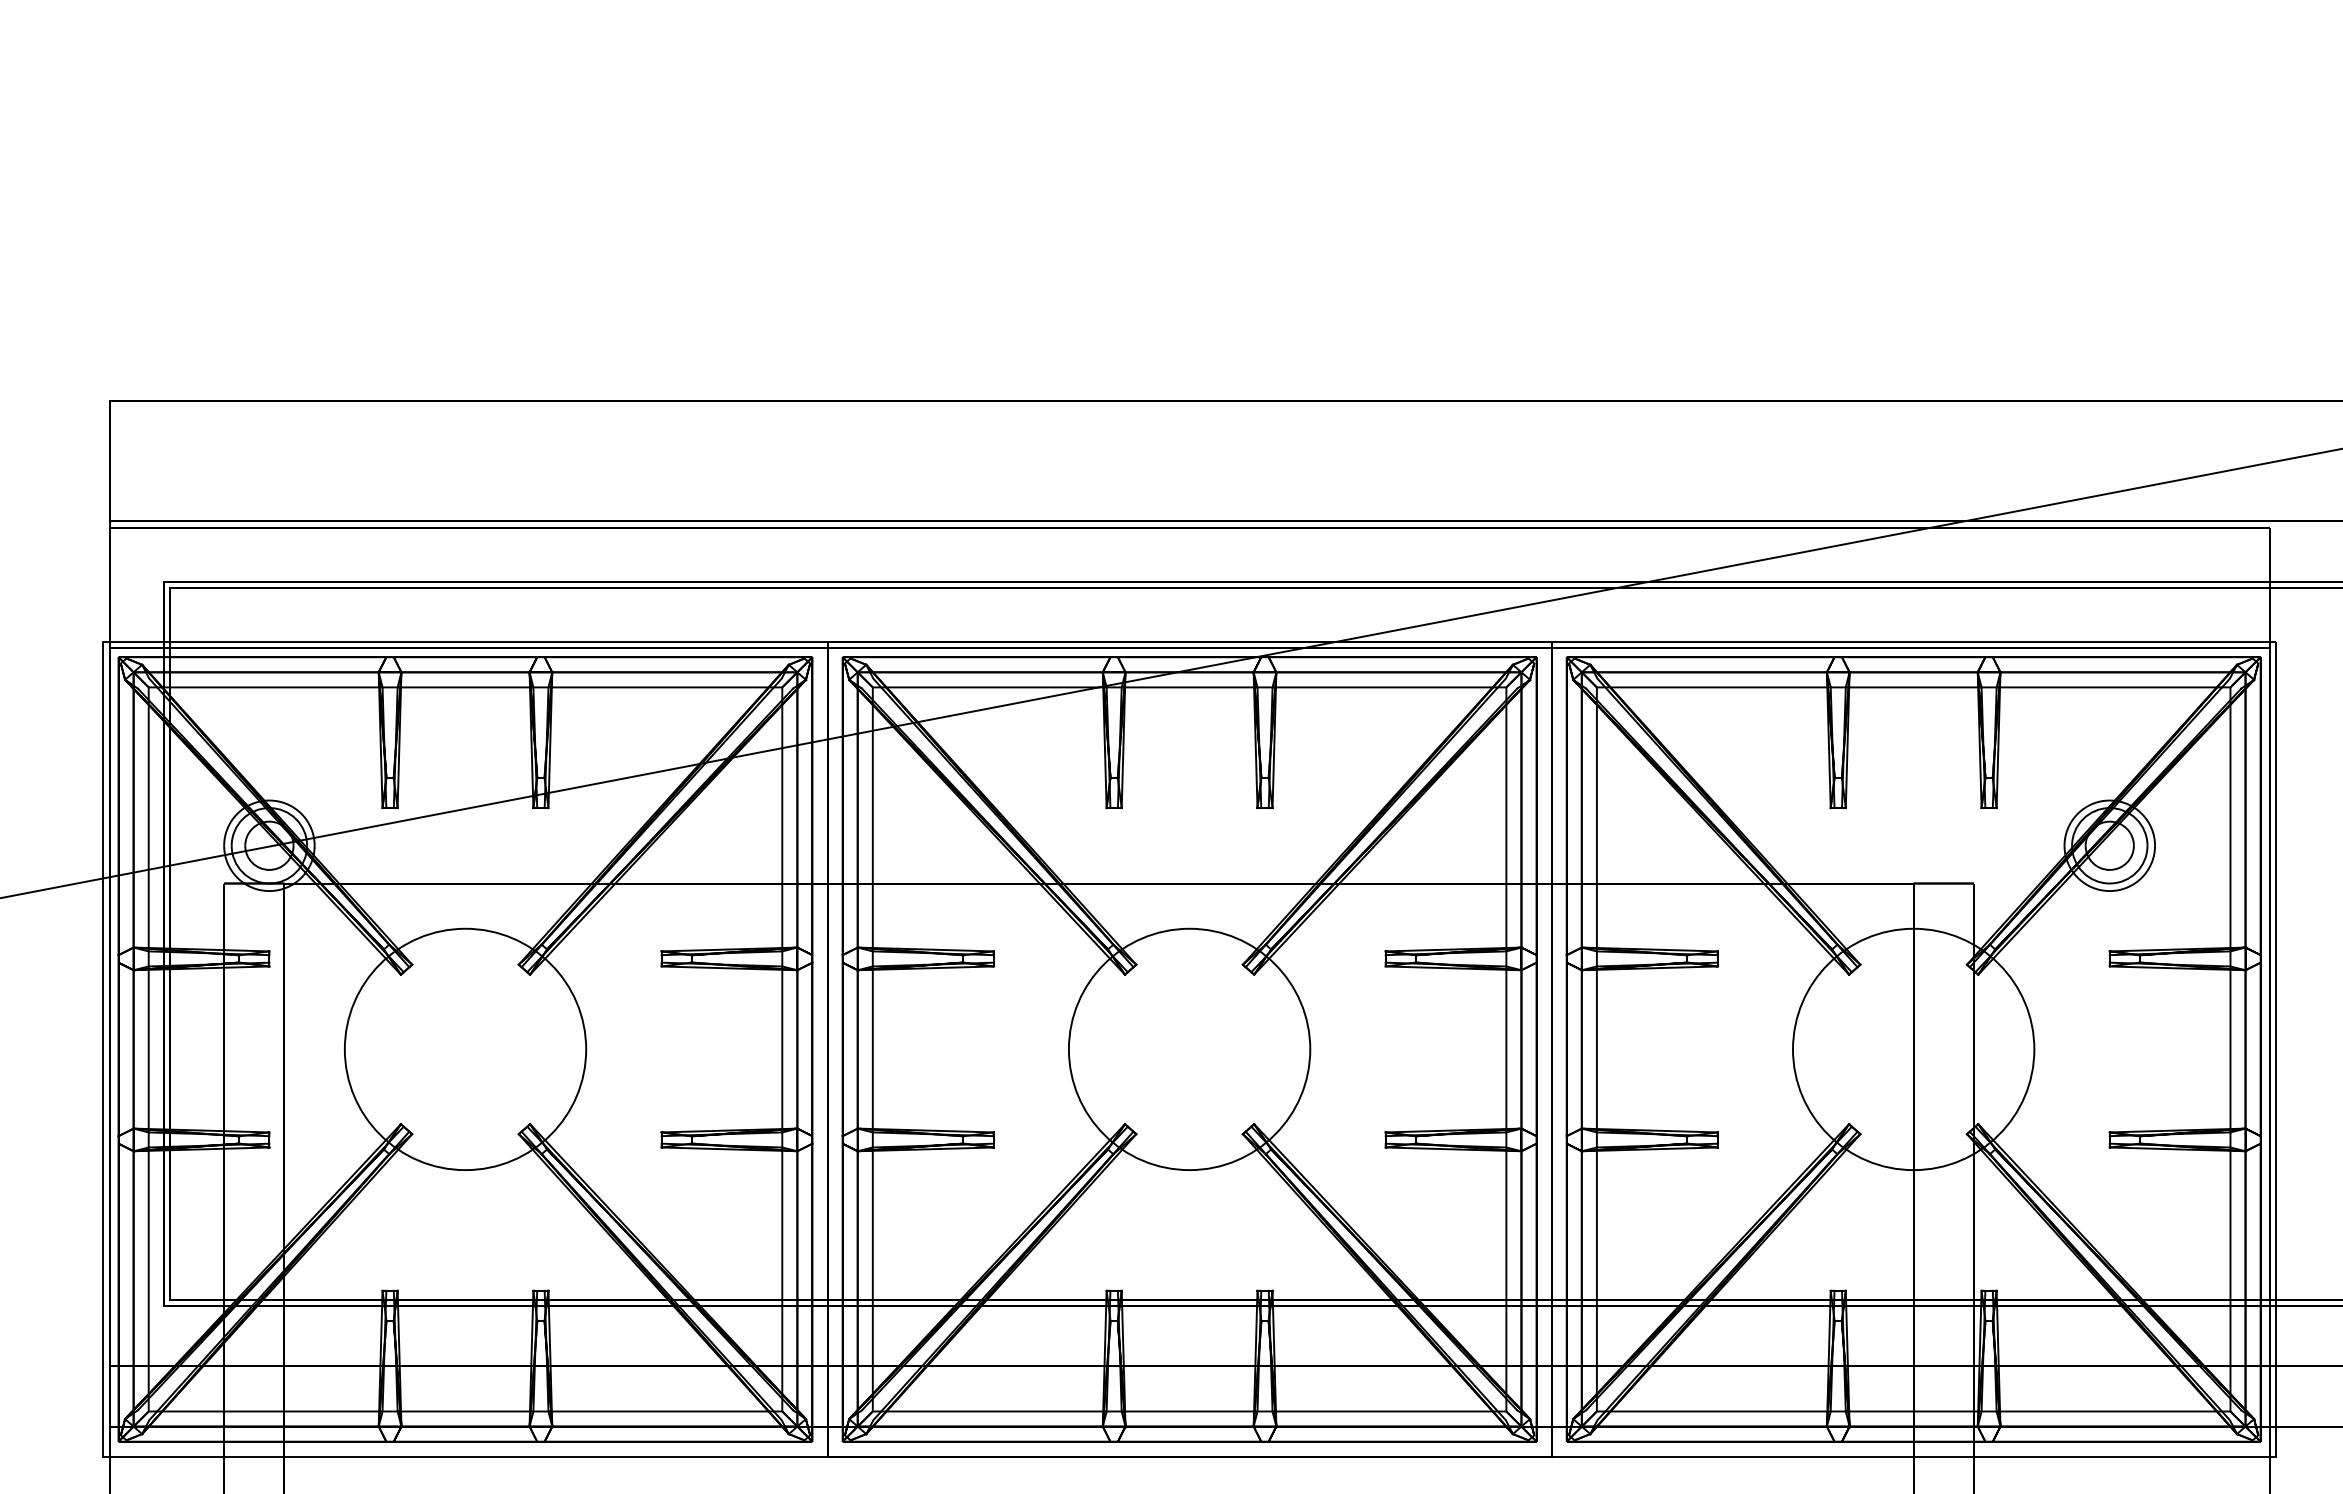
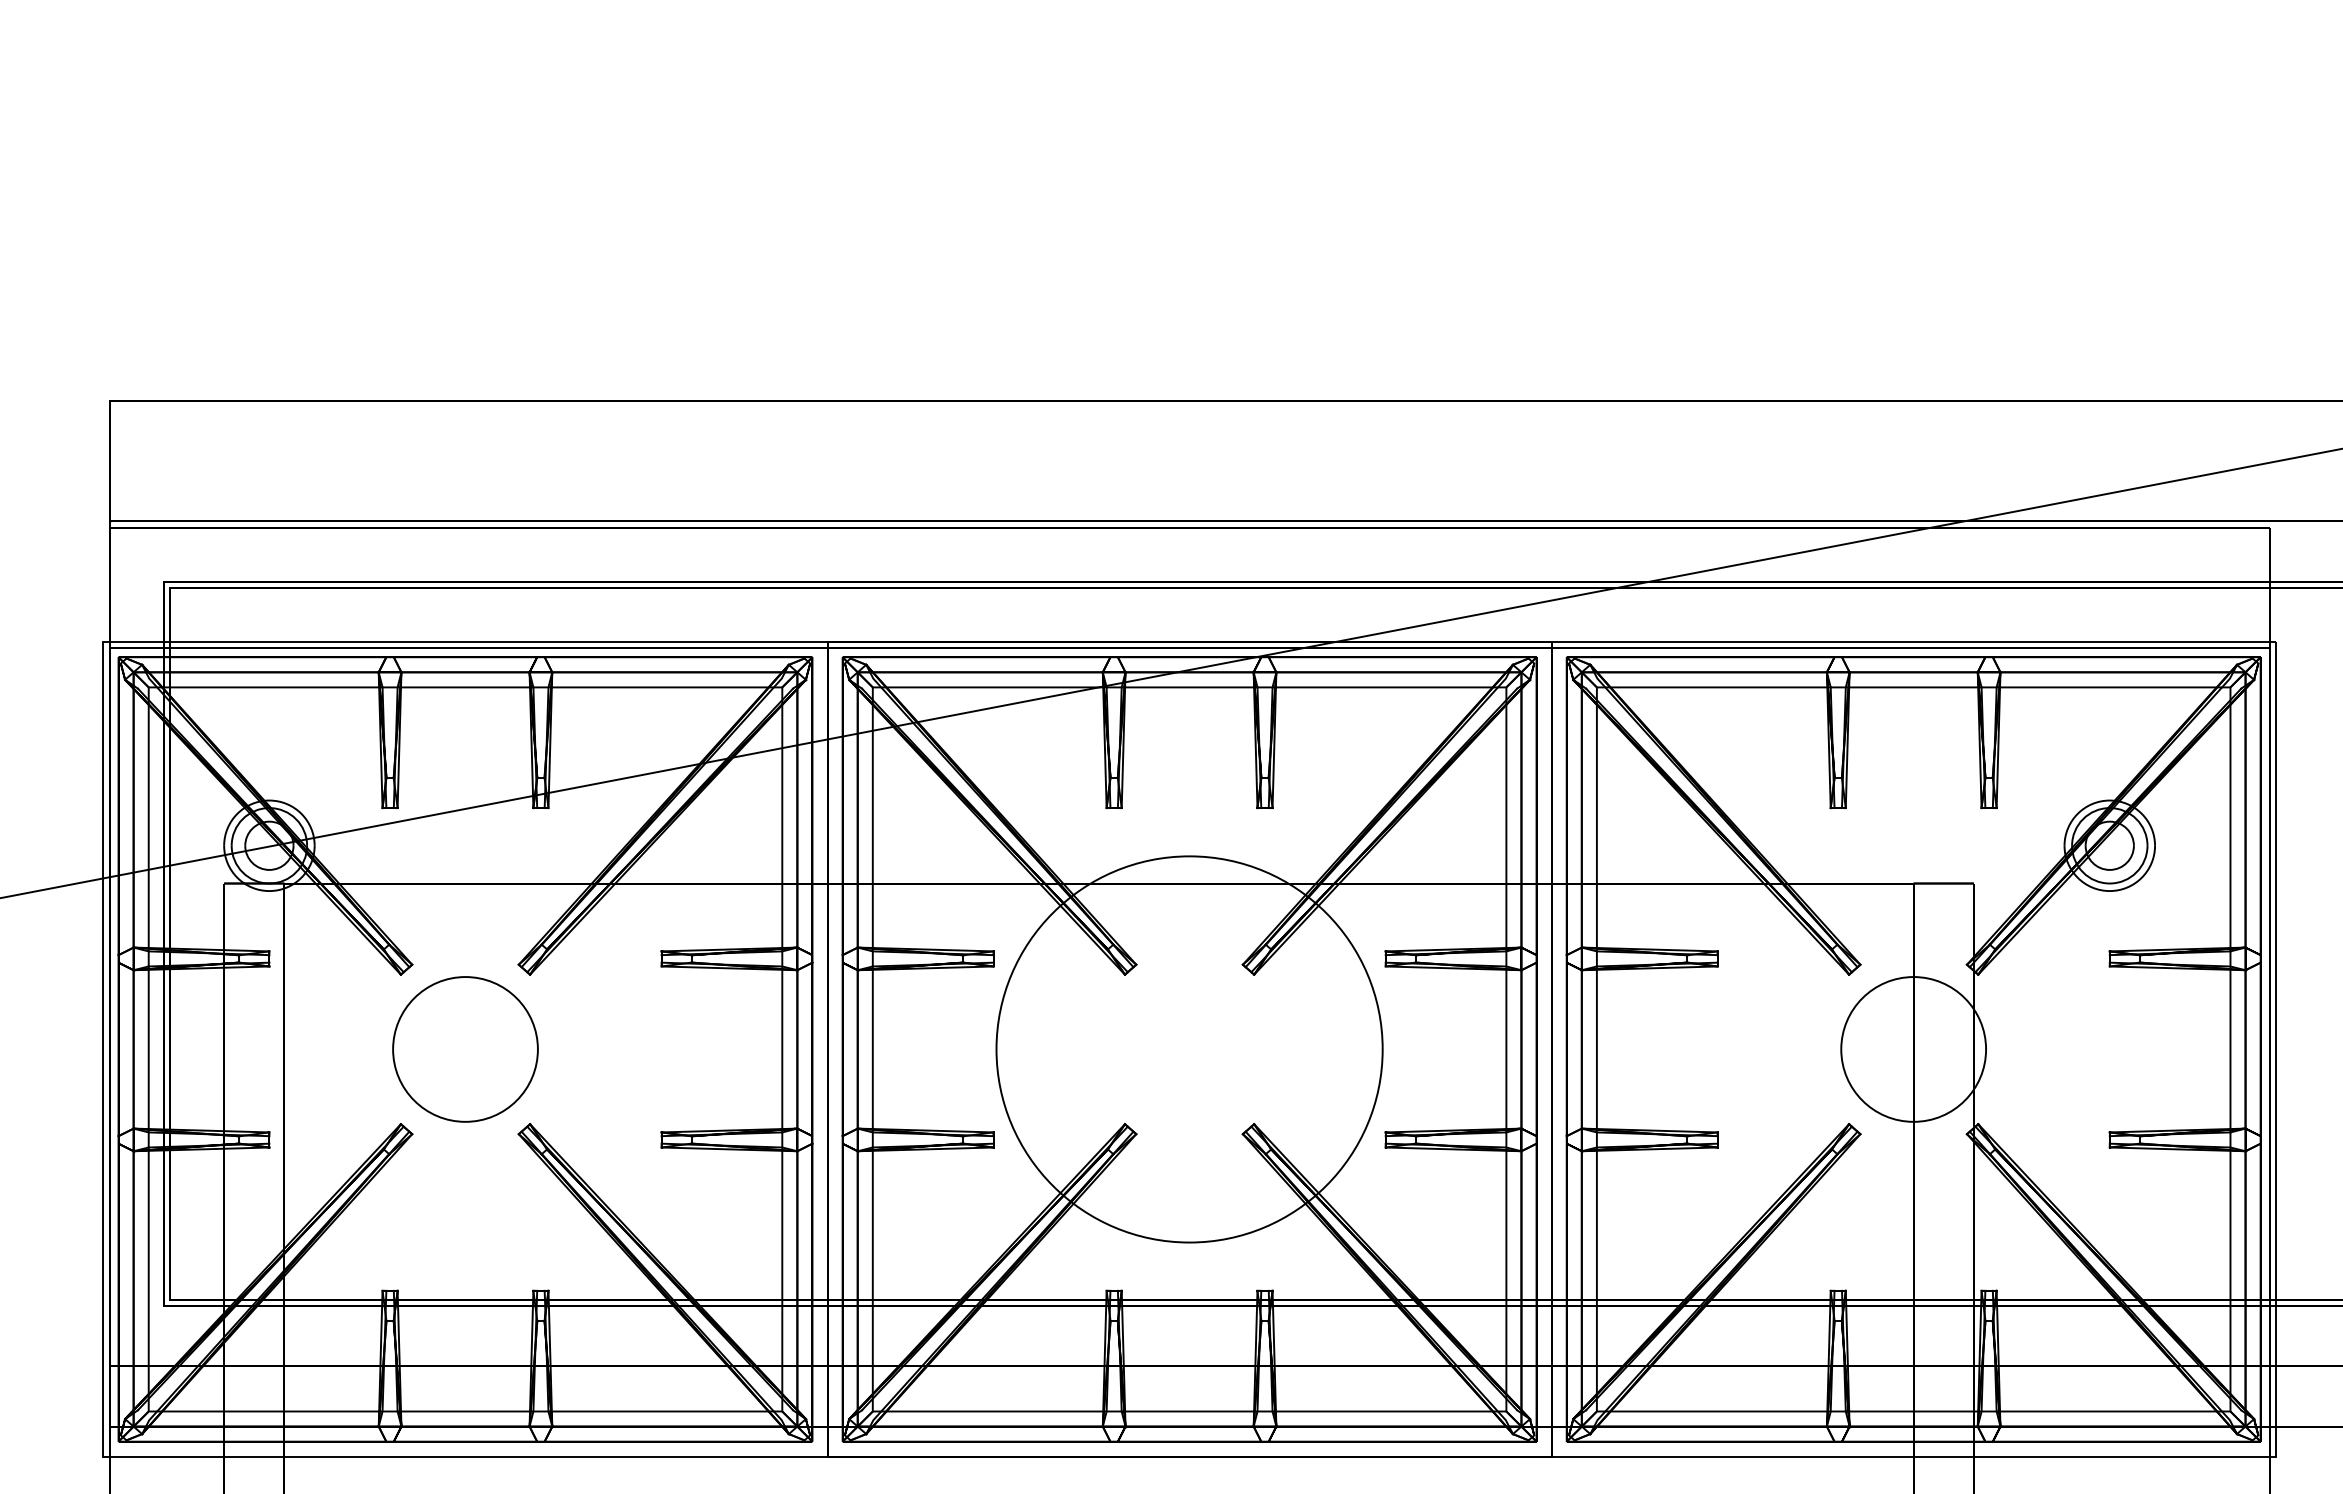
circle at (465, 1049) diameter: 241 px -> 145 px
circle at (1189, 1049) diameter: 241 px -> 386 px
circle at (1913, 1049) diameter: 241 px -> 145 px
